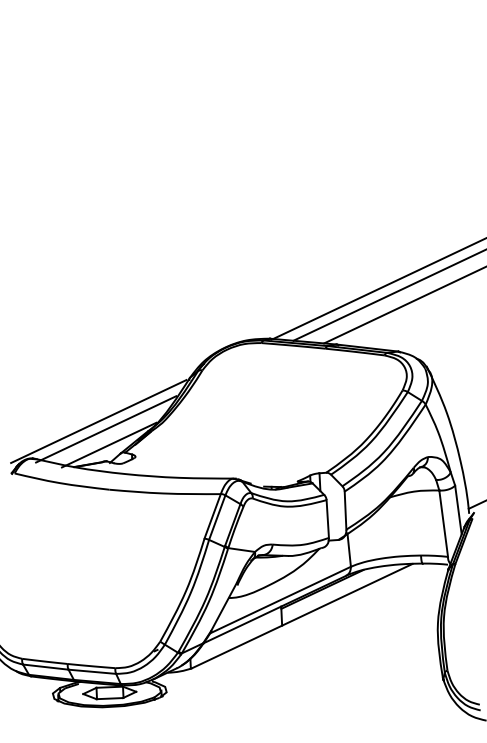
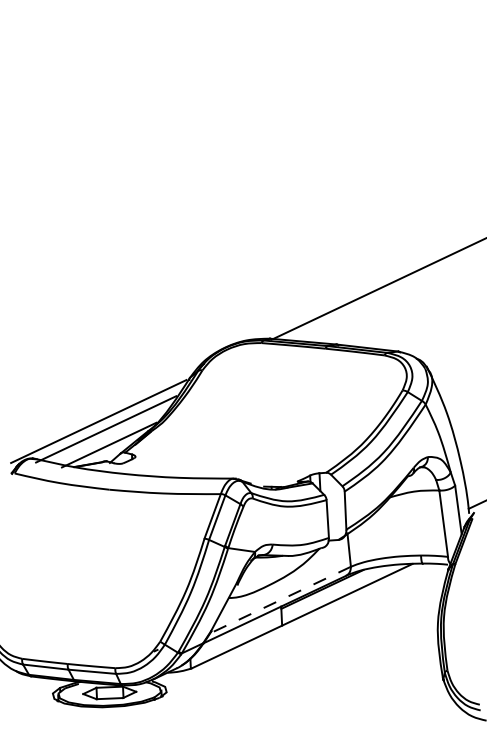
line at (388, 295): present -> none
line at (403, 305): present -> none
line at (280, 600): solid -> dashed
